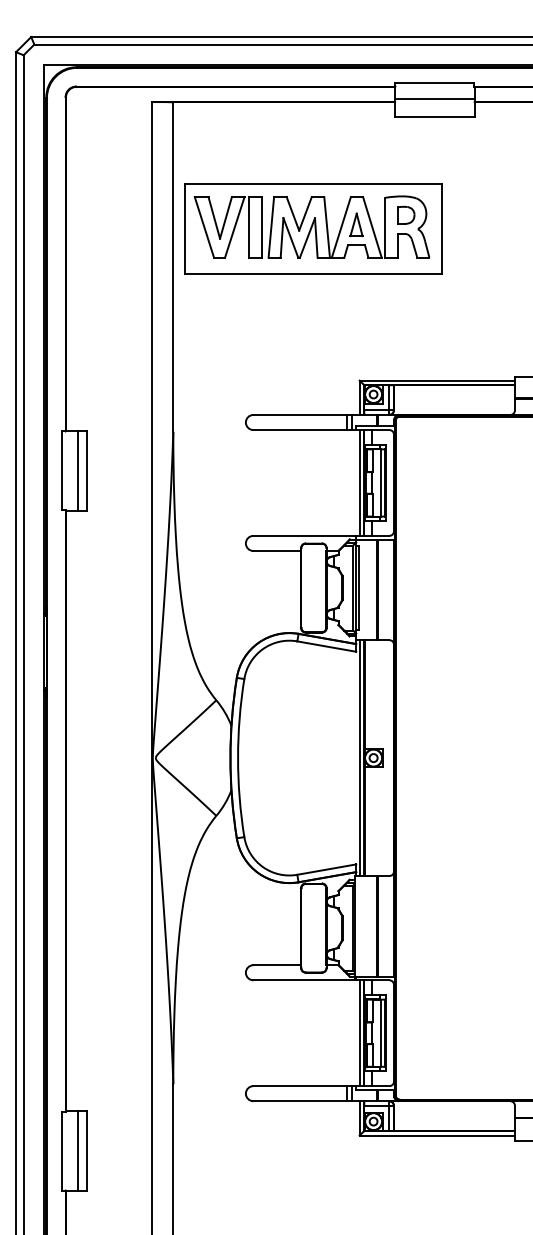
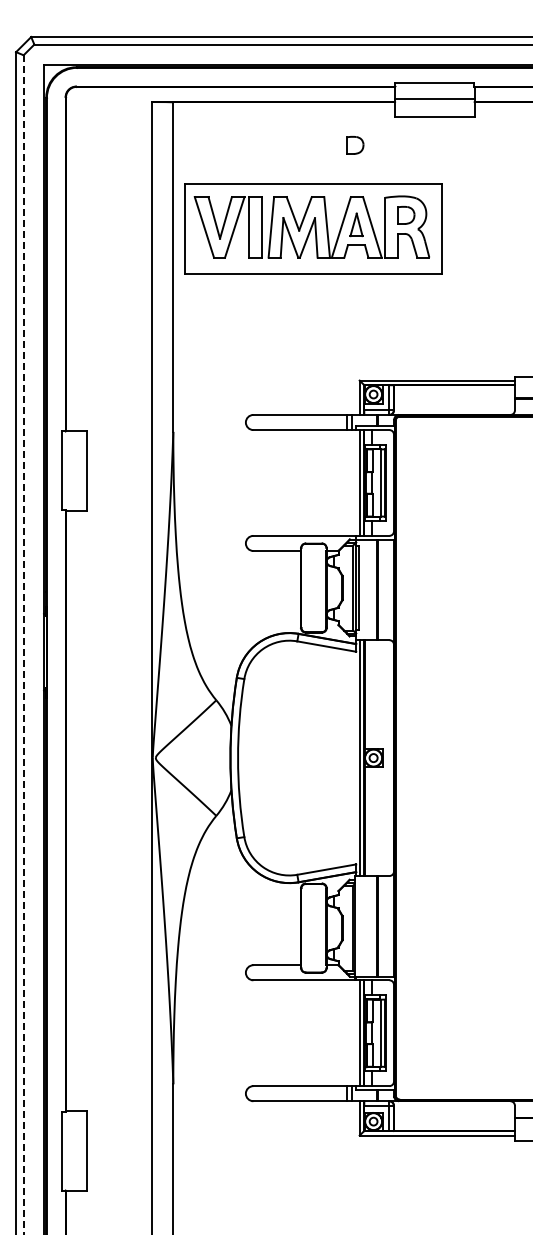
part at (355, 145): none -> present
line at (78, 470): present -> none
line at (23, 645): solid -> dashed
line at (78, 1150): present -> none
